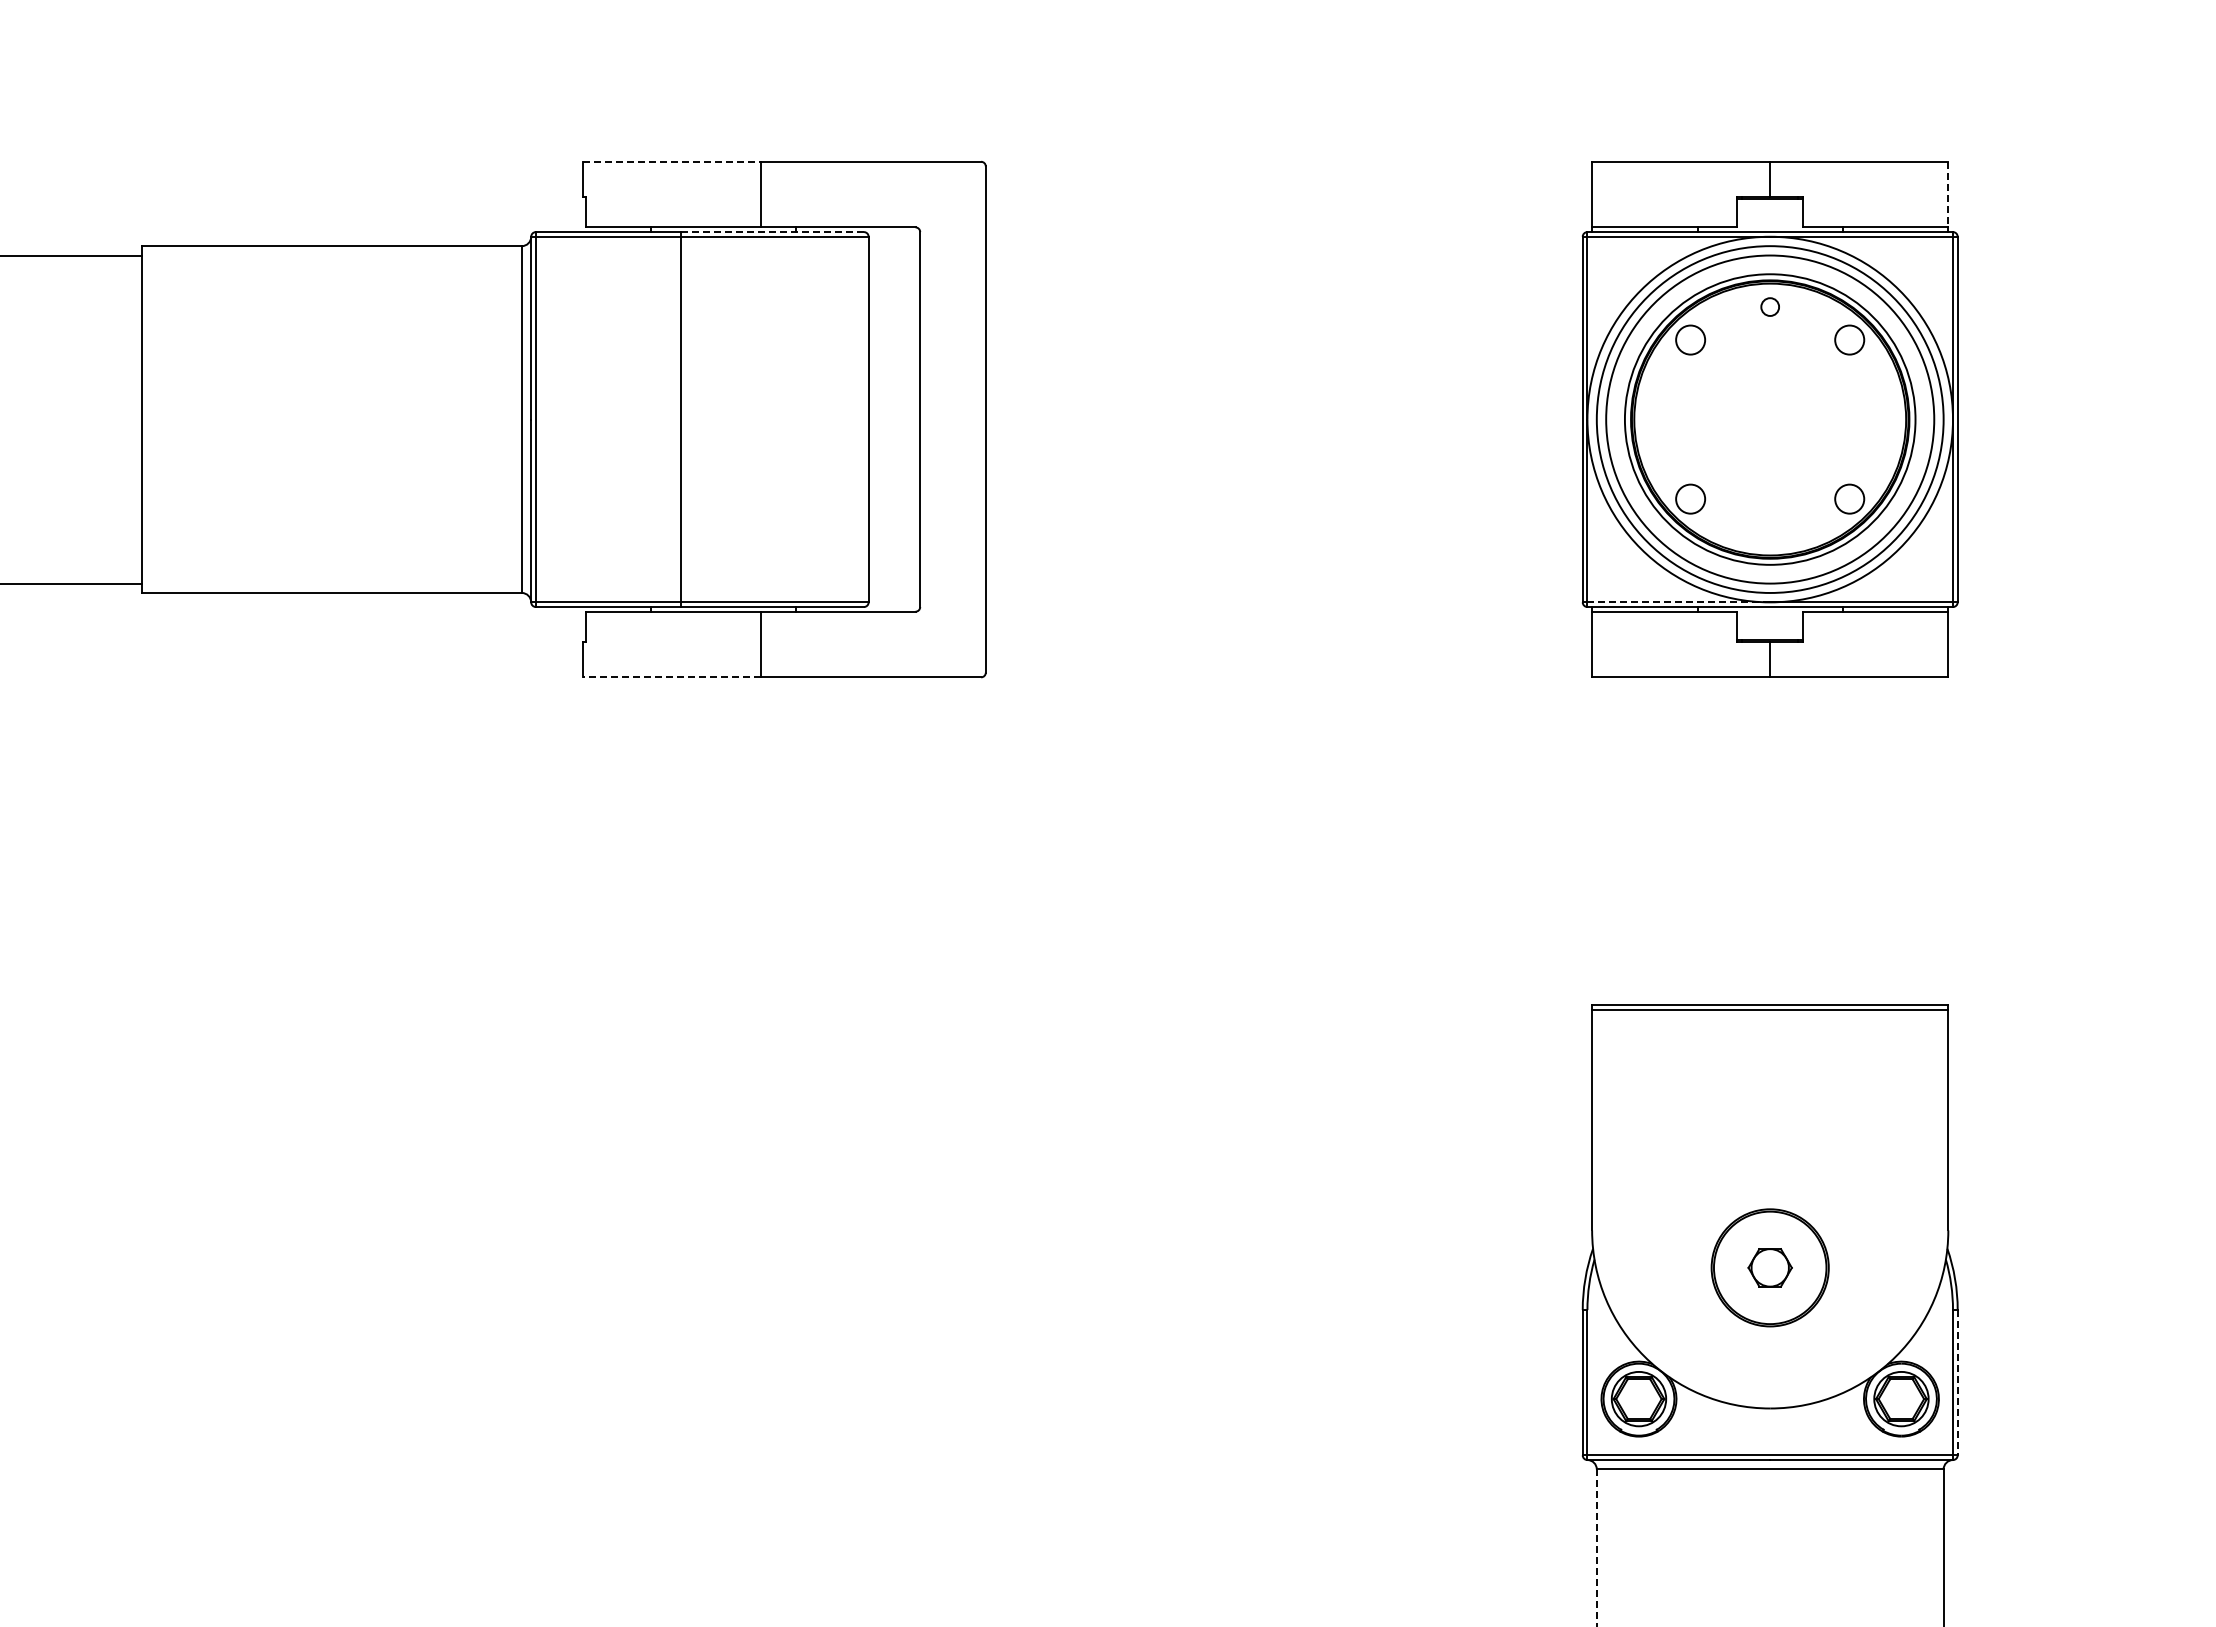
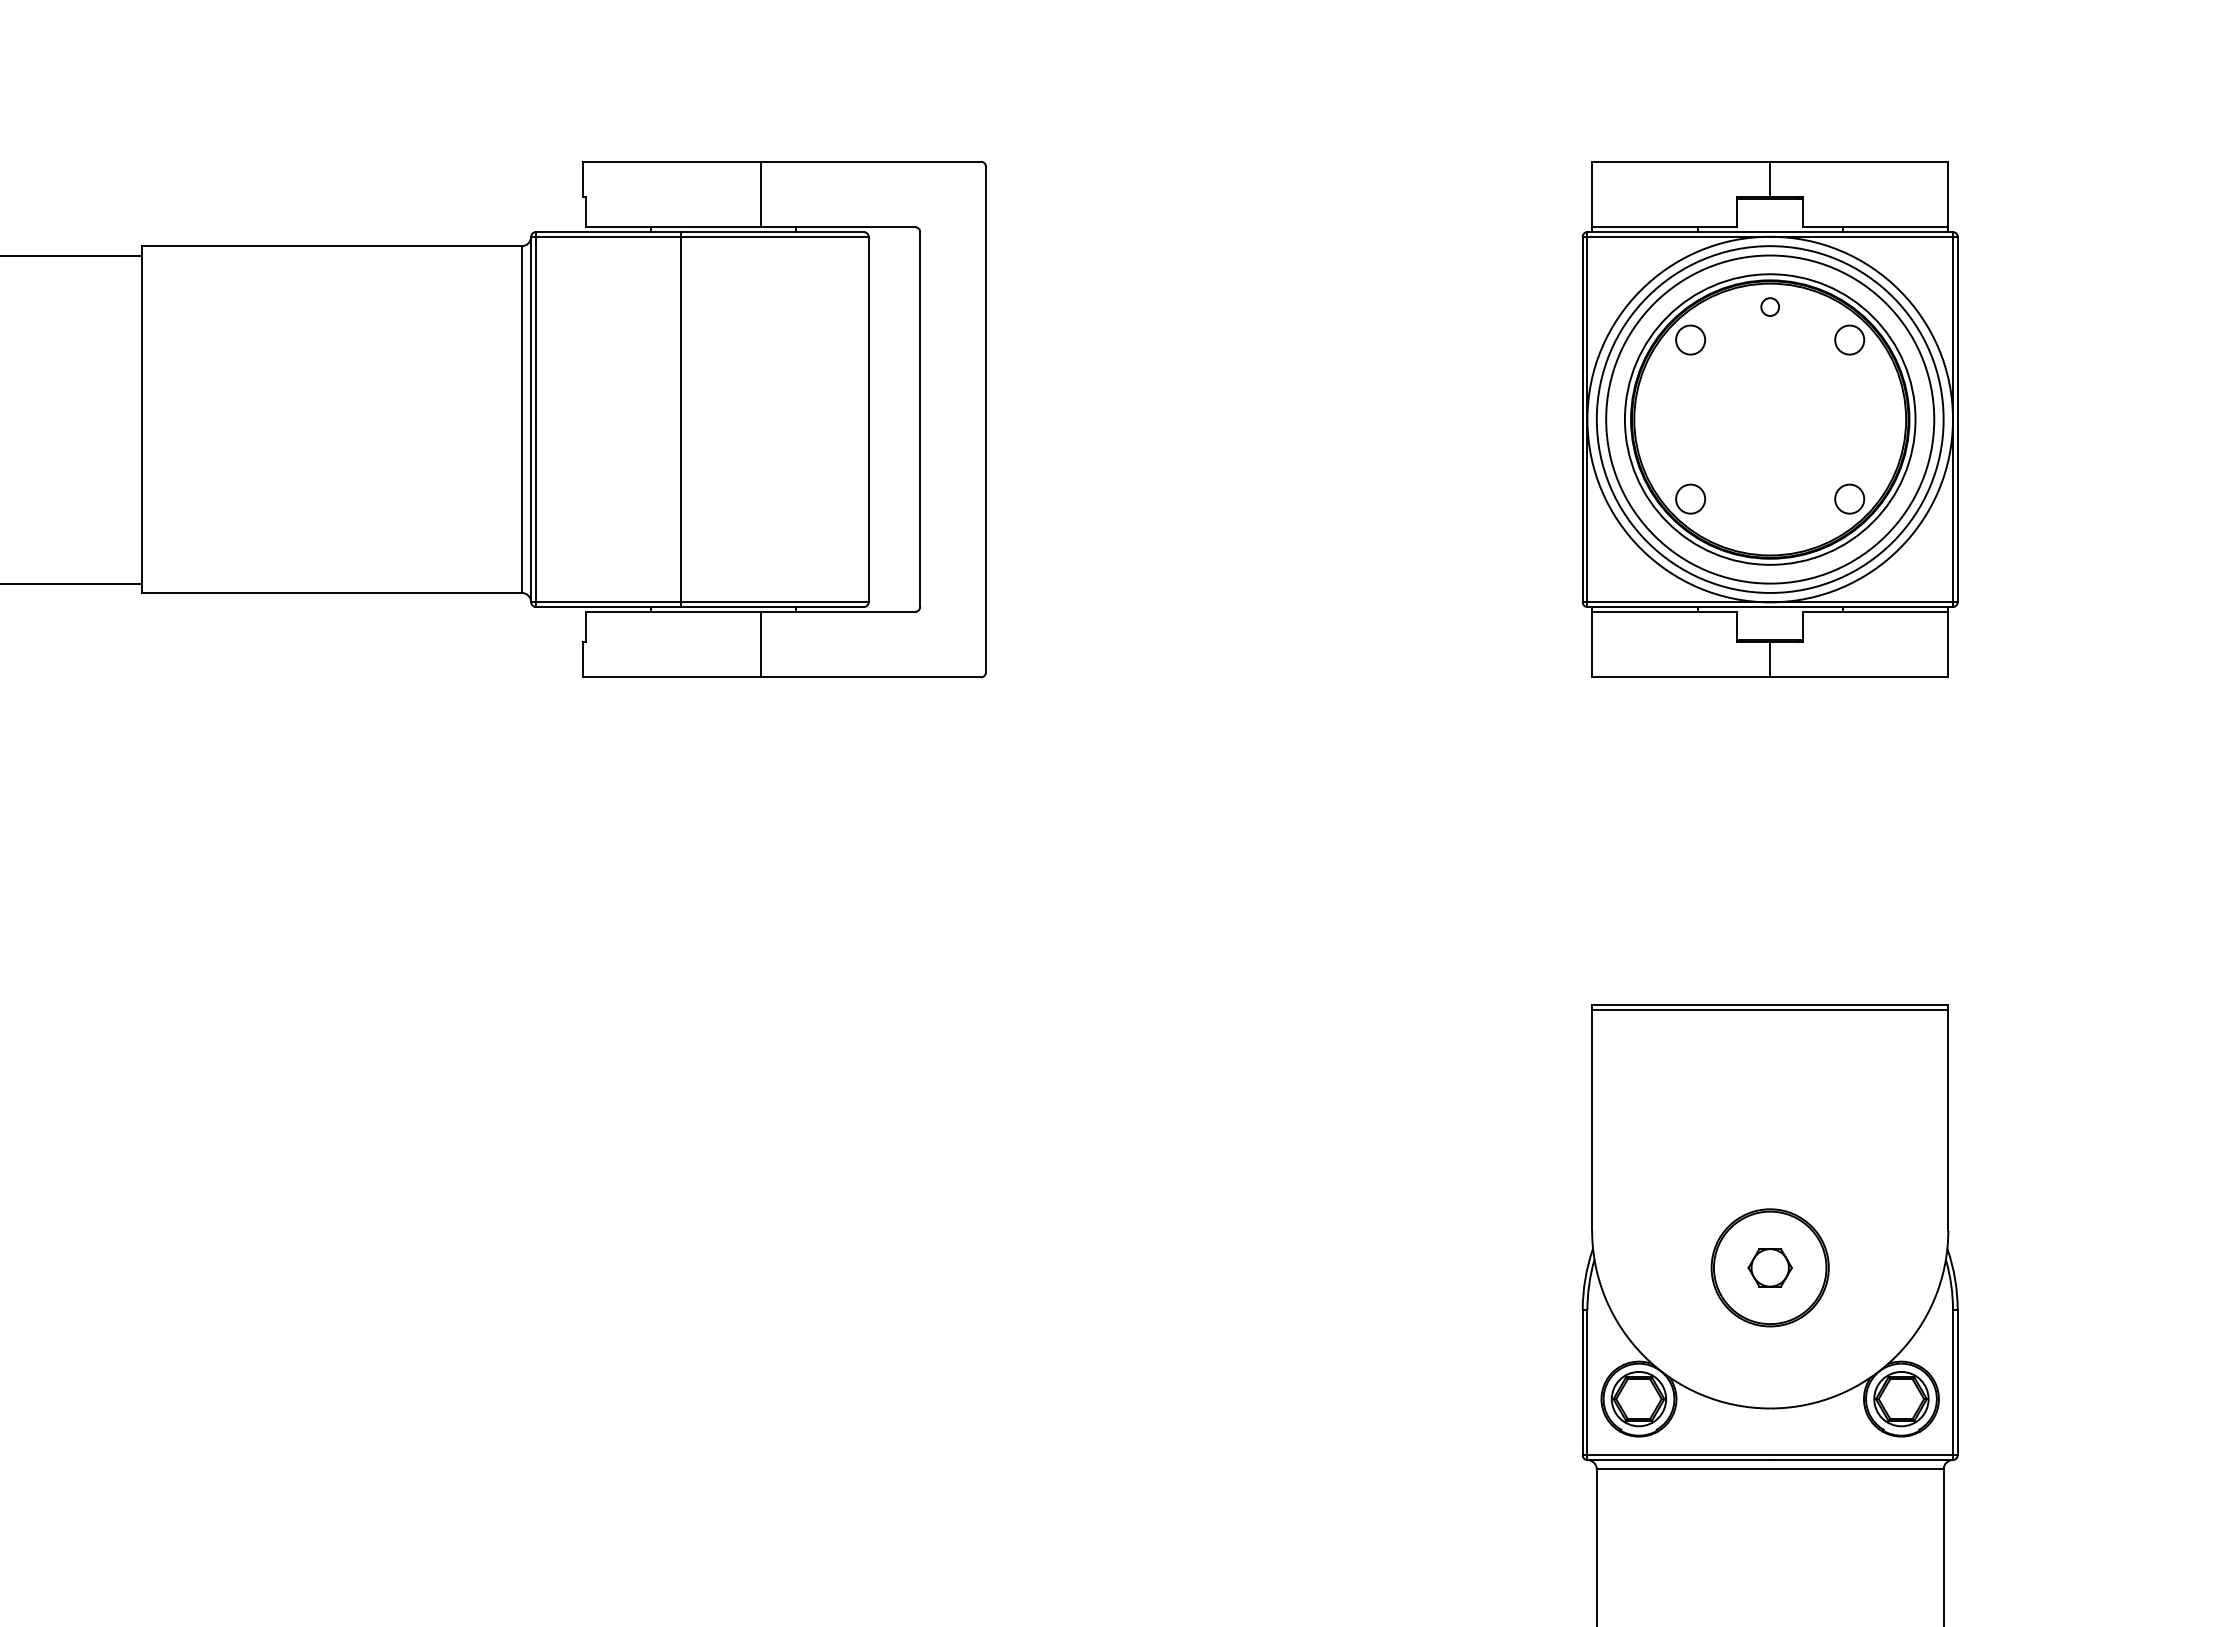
line at (672, 161): dashed -> solid
line at (1948, 194): dashed -> solid
line at (773, 232): dashed -> solid
line at (1679, 602): dashed -> solid
line at (671, 677): dashed -> solid
line at (1957, 1382): dashed -> solid
line at (1596, 1548): dashed -> solid
